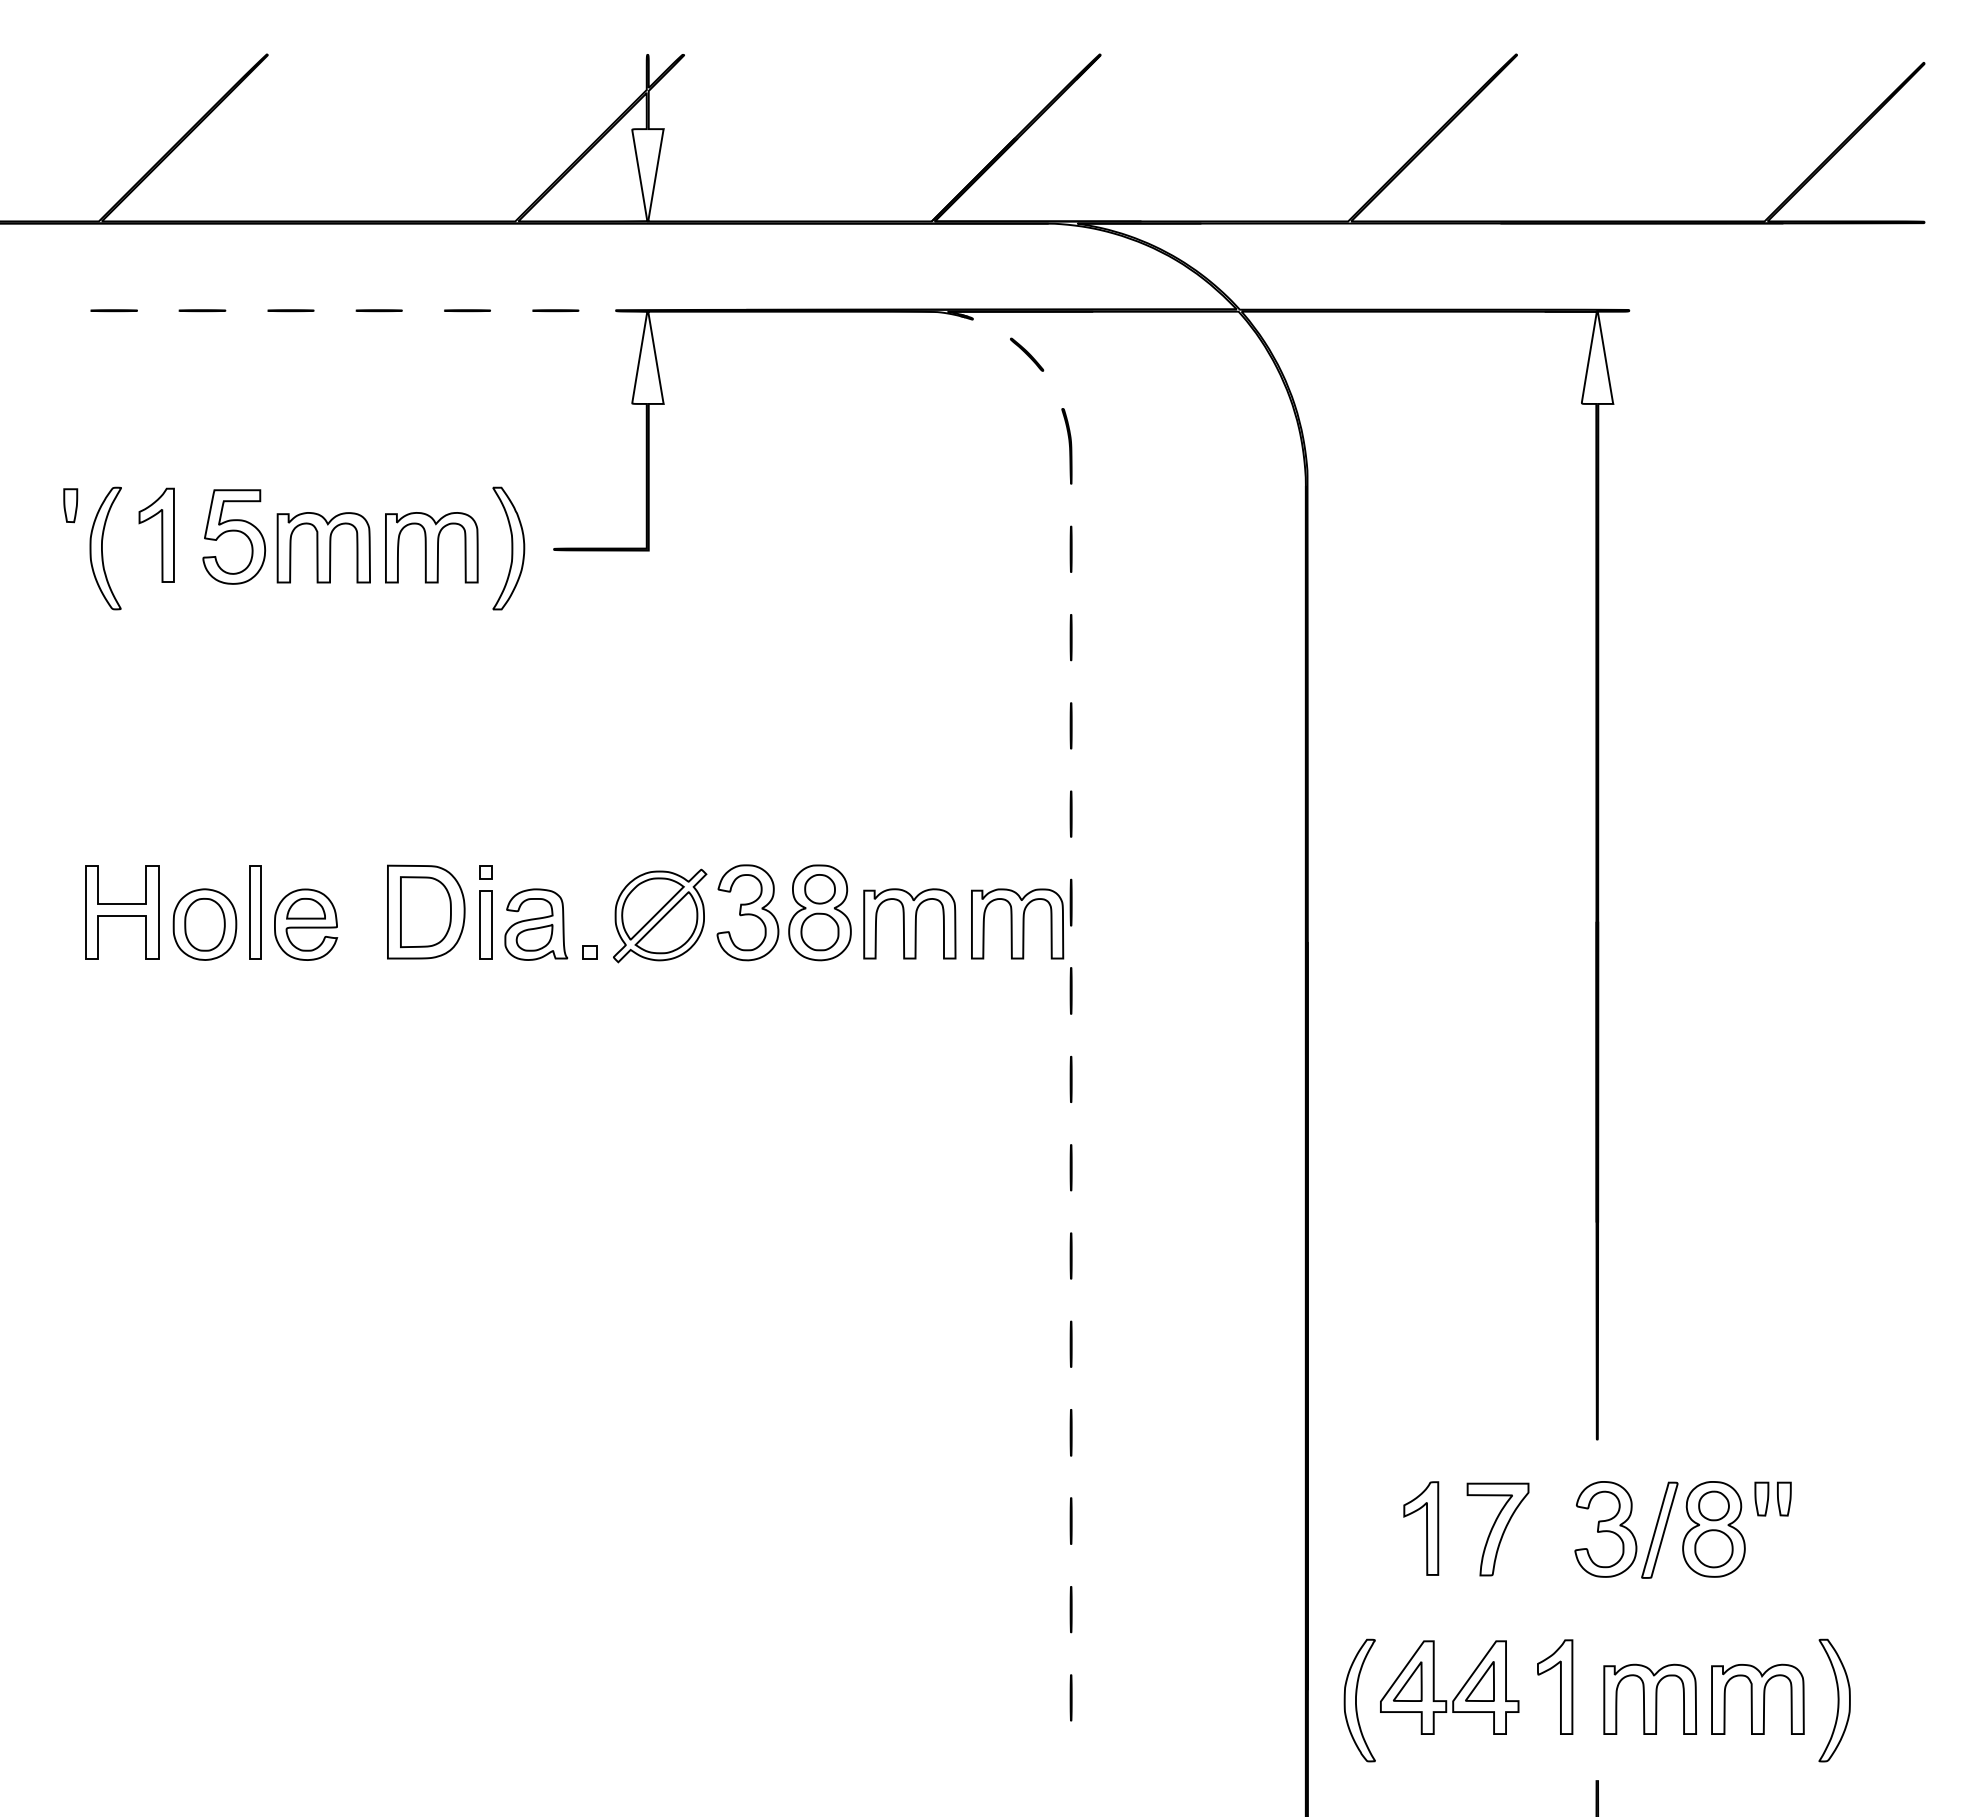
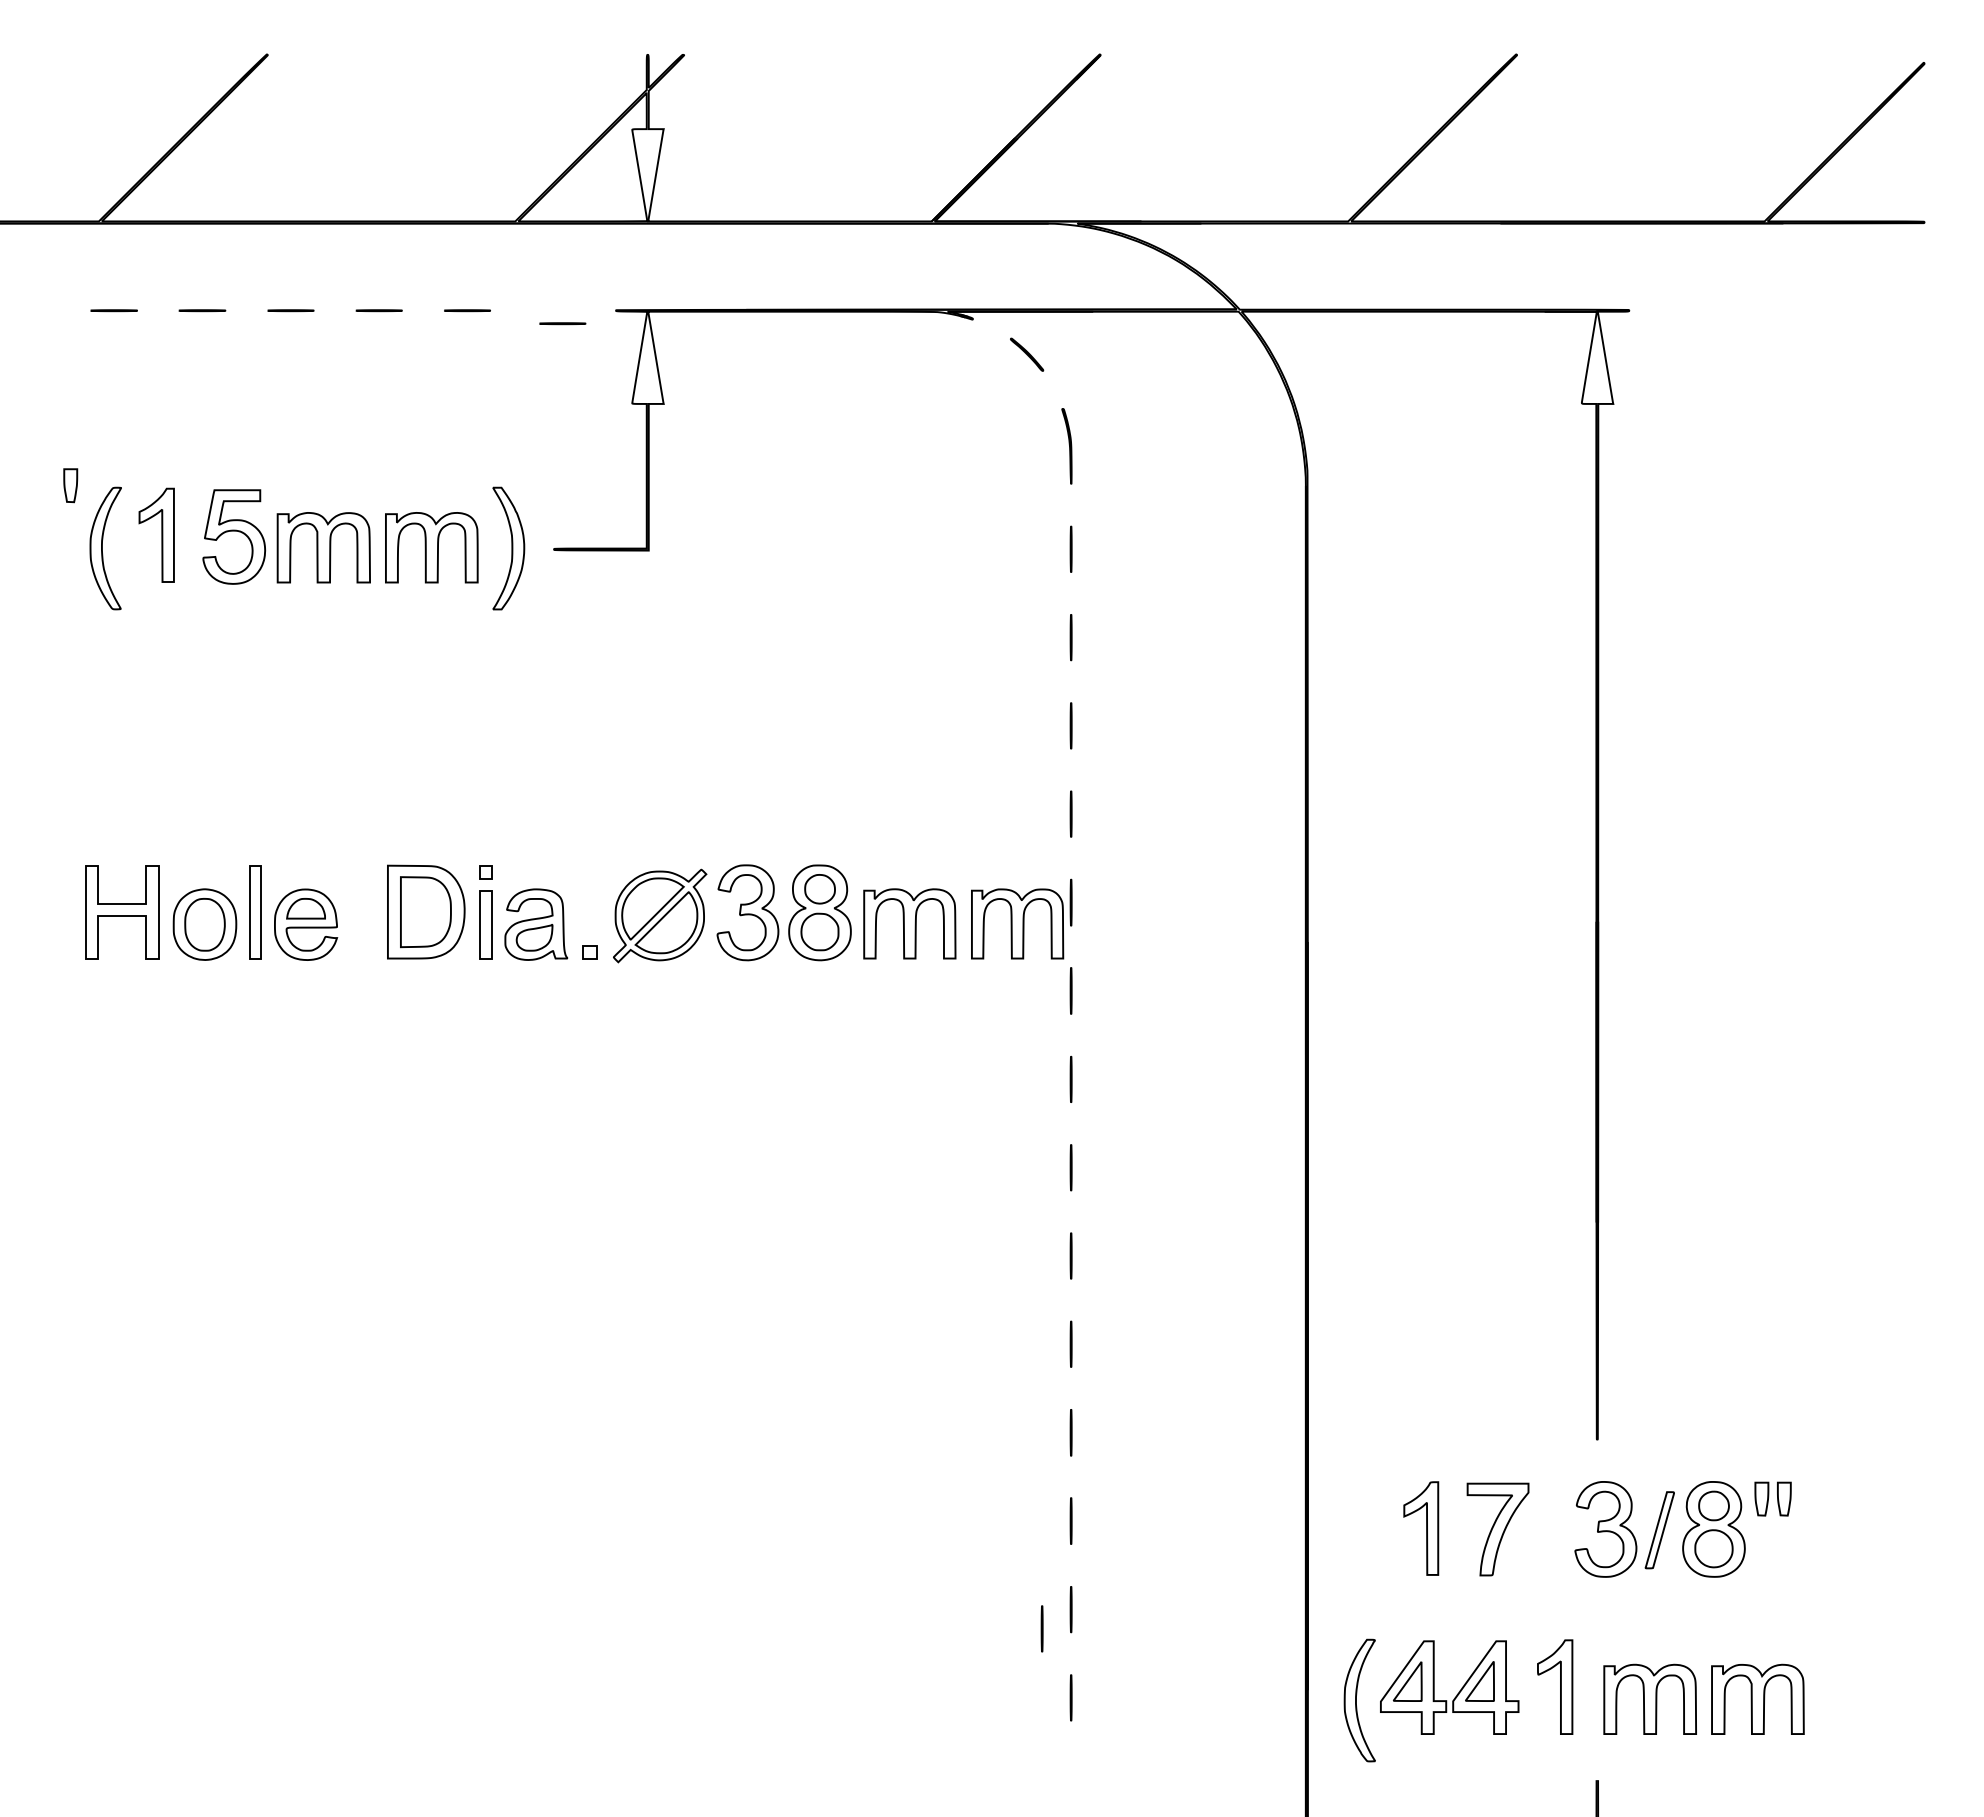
line at (555, 310) position: (555, 310) -> (562, 323)
part at (70, 505) position: (70, 505) -> (70, 485)
part at (1659, 1529) size: 38x98 px -> 31x79 px
line at (1041, 1628): none -> present
part at (1834, 1700): present -> none
